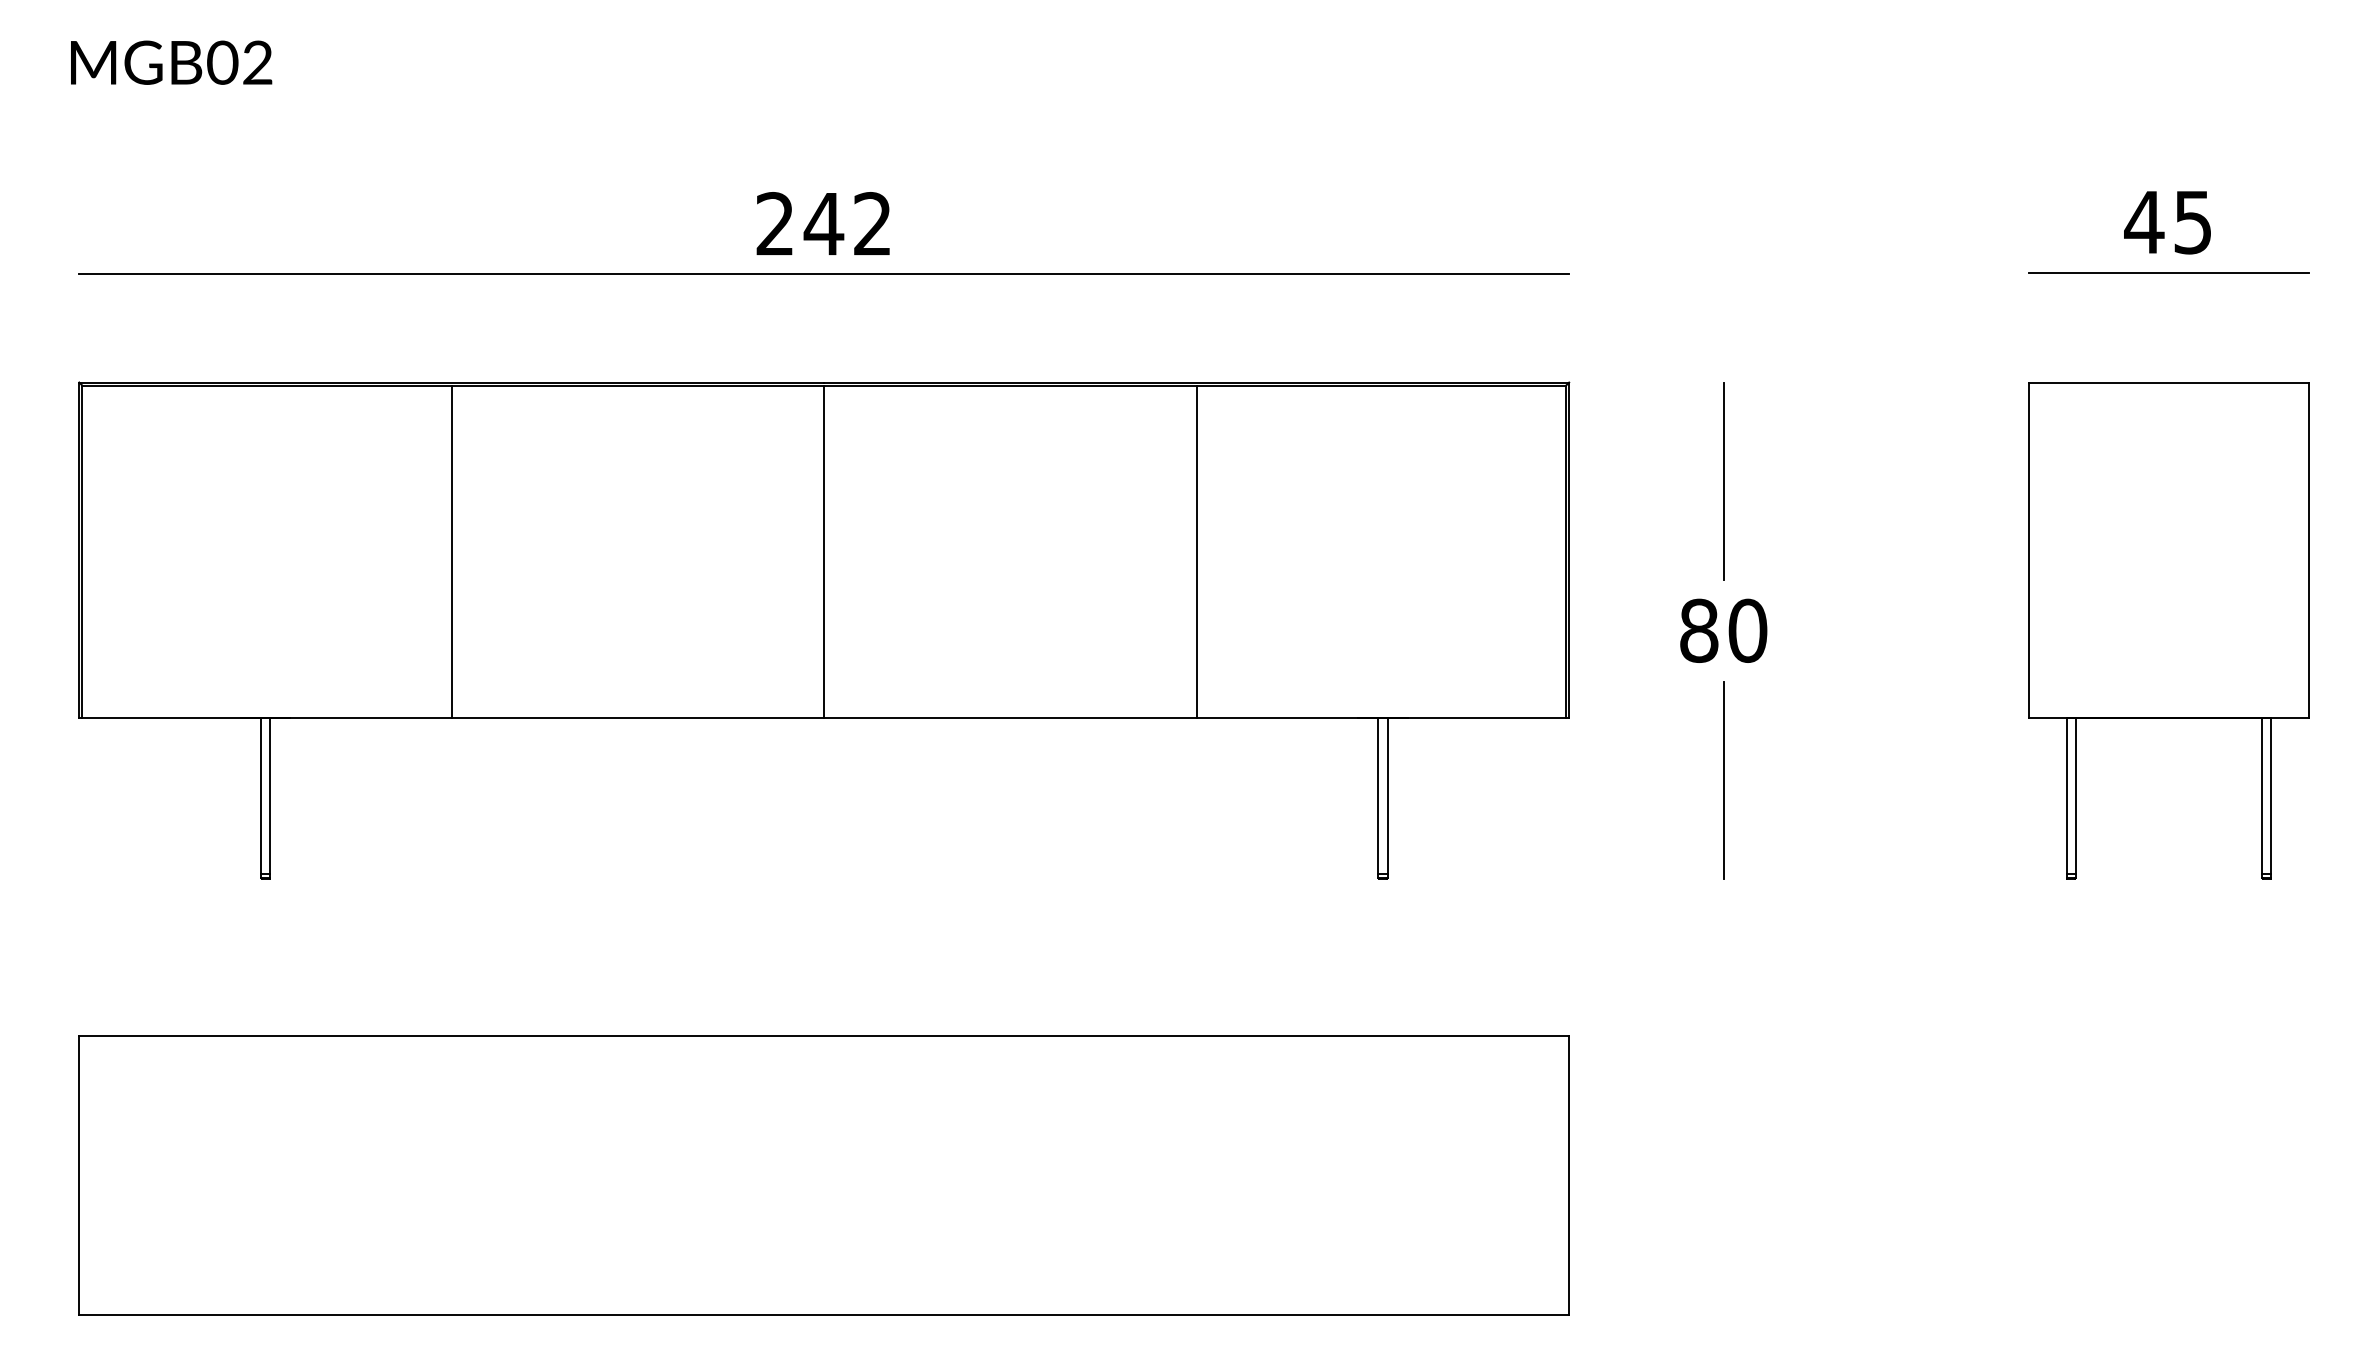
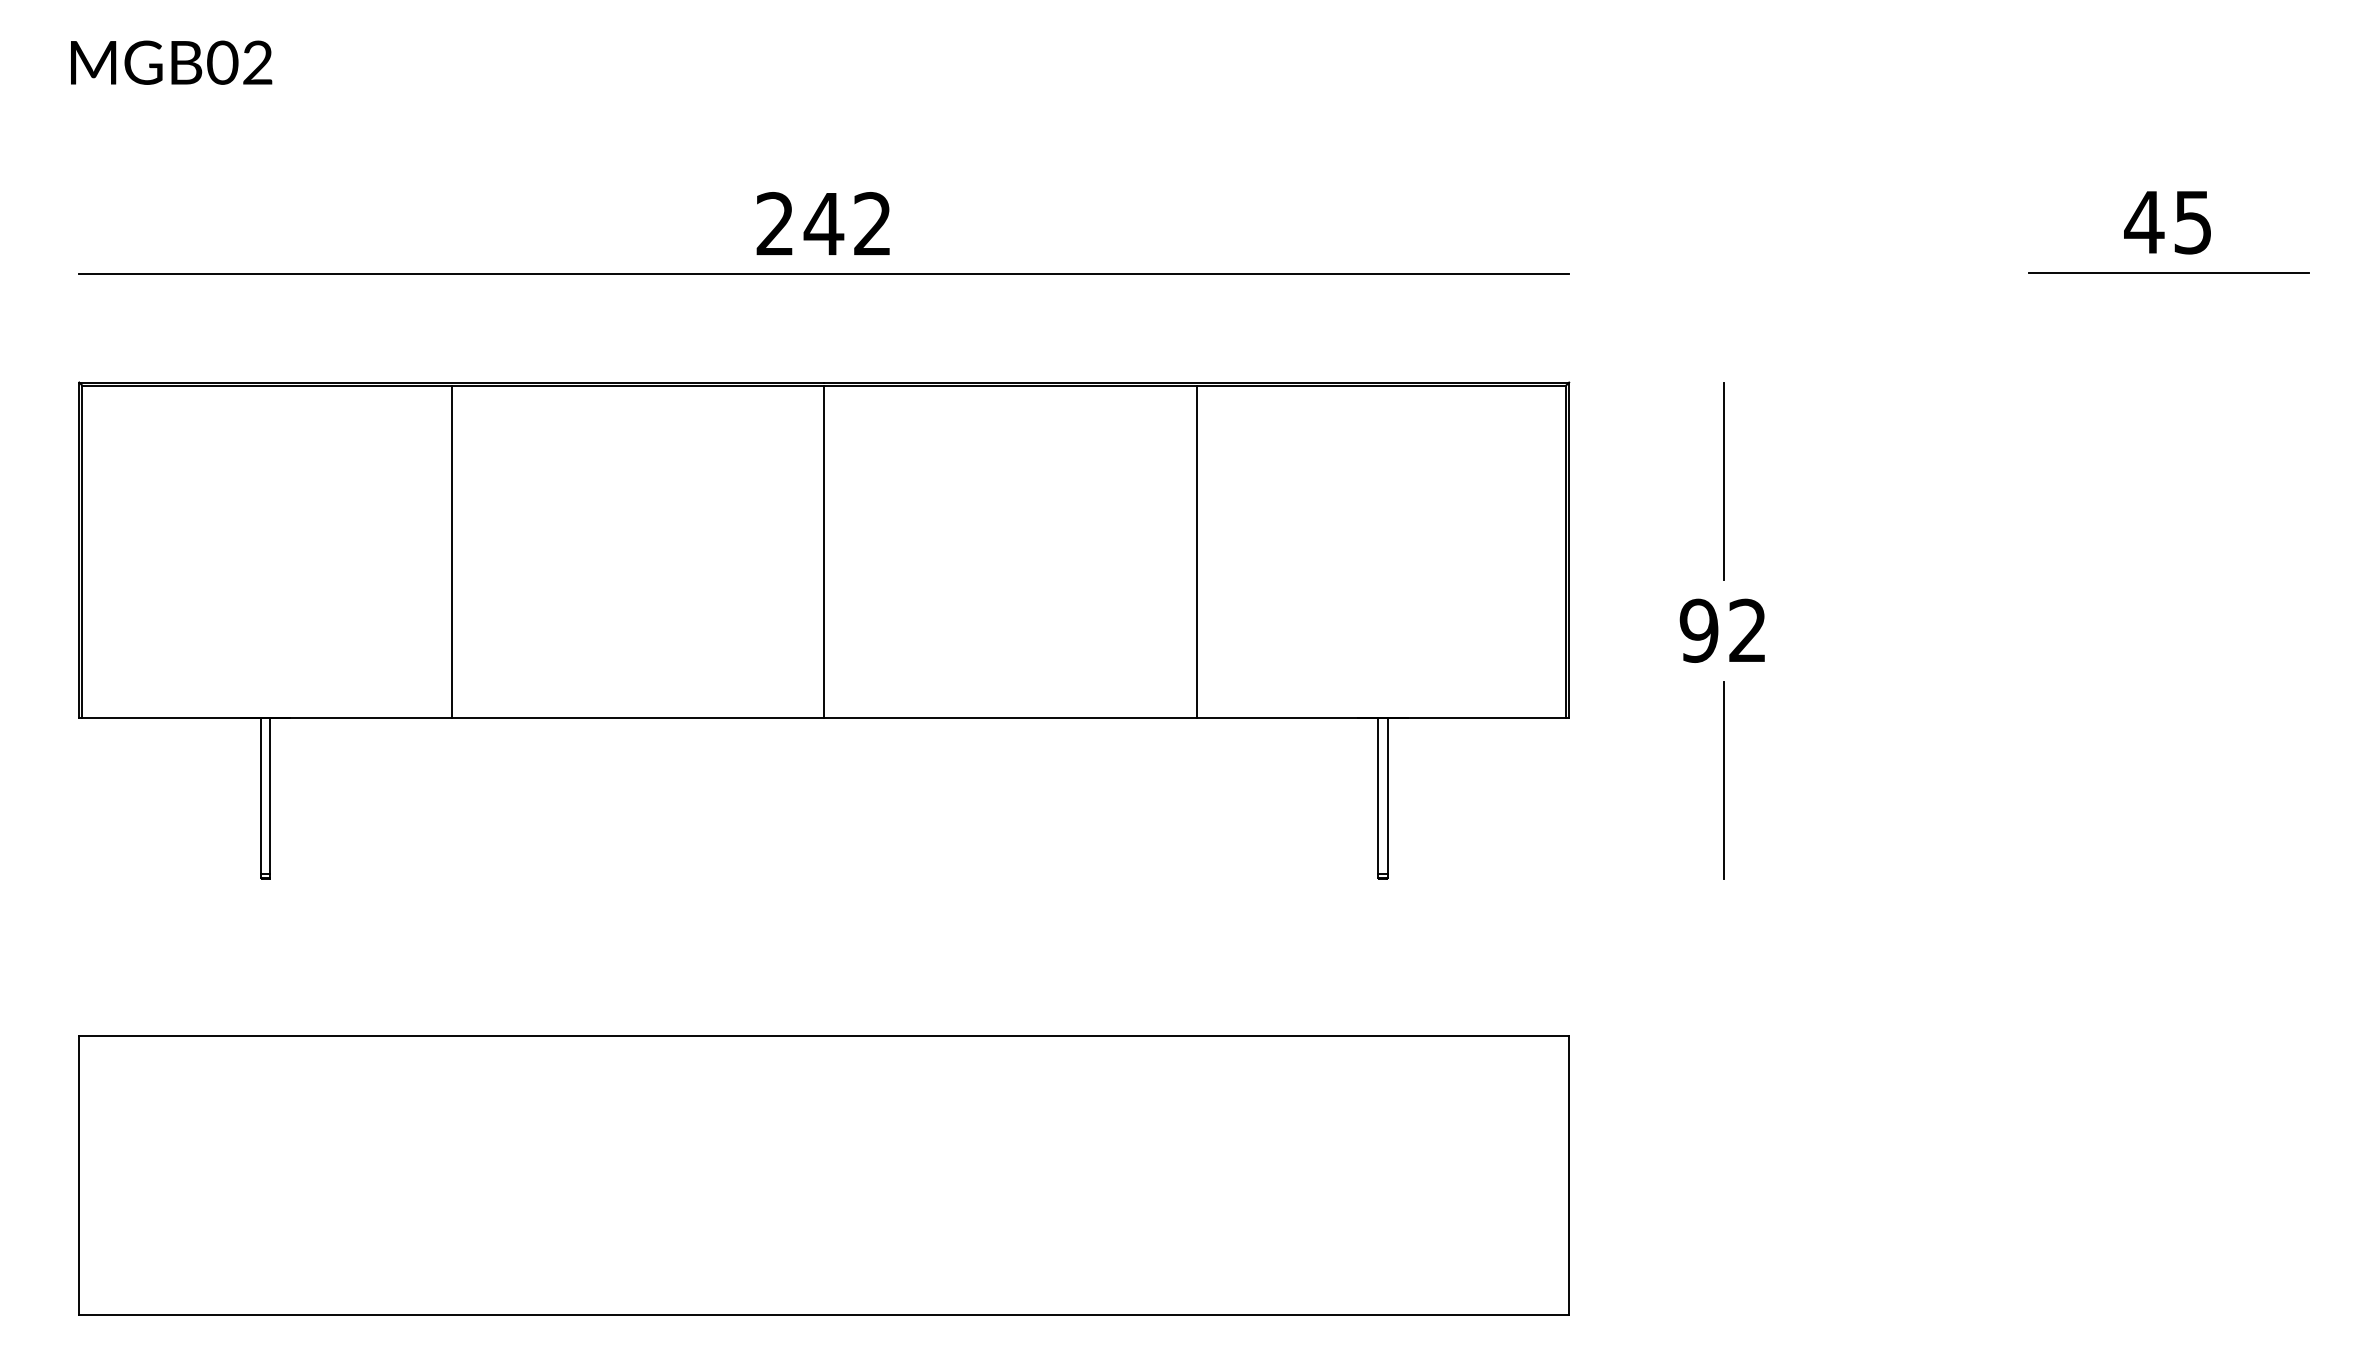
text at (1723, 630): 80 -> 92
part at (2168, 630): present -> none
